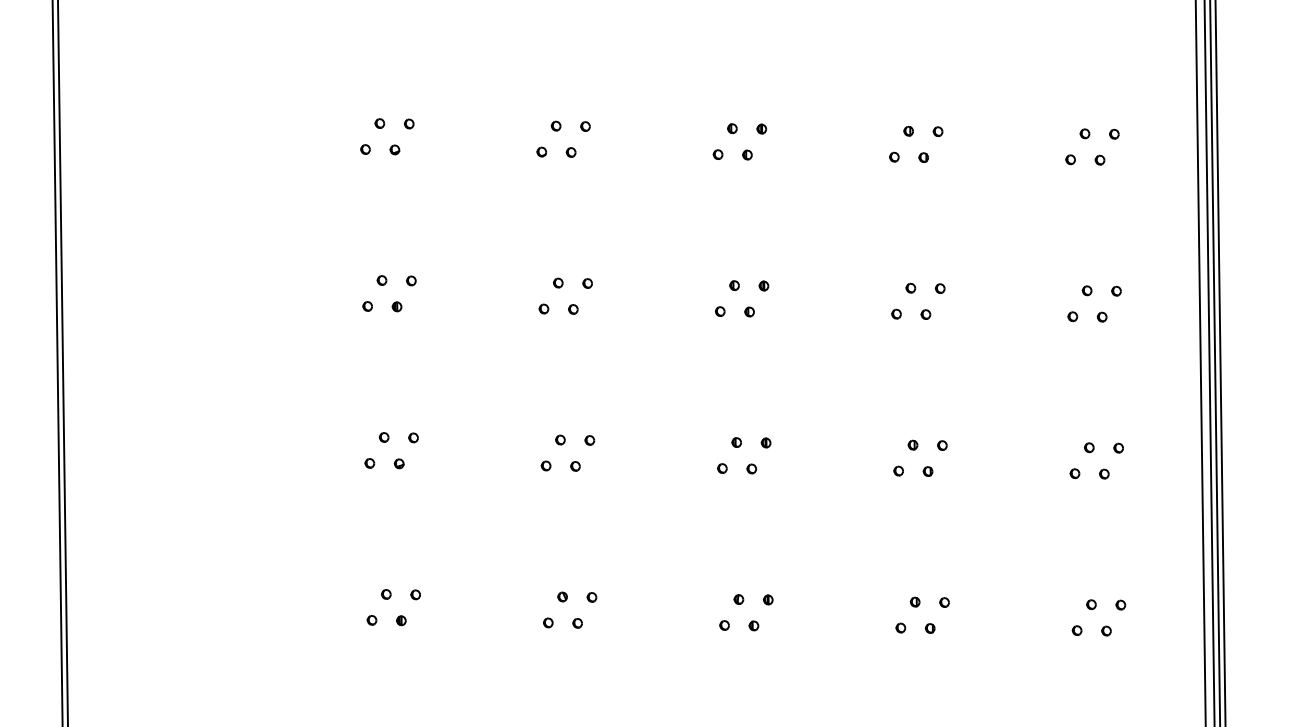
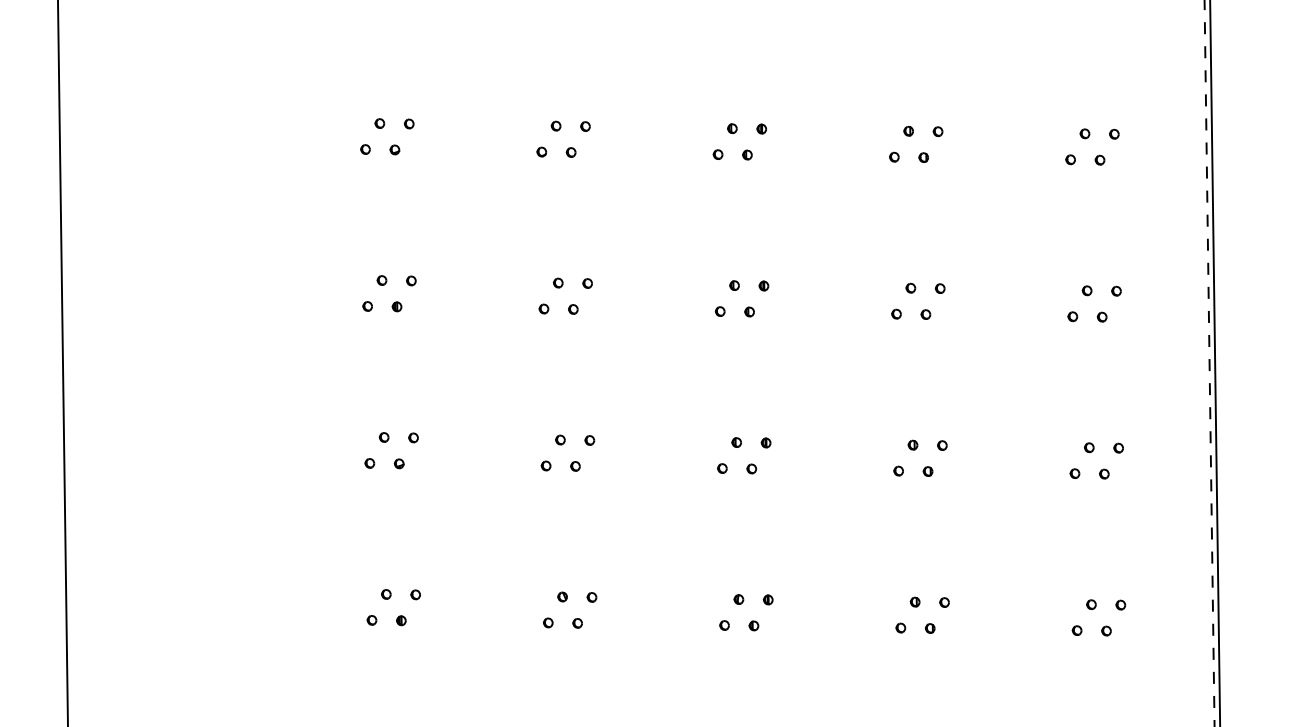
line at (57, 362): present -> none
line at (1200, 362): present -> none
line at (1220, 362): present -> none
line at (1209, 363): solid -> dashed
